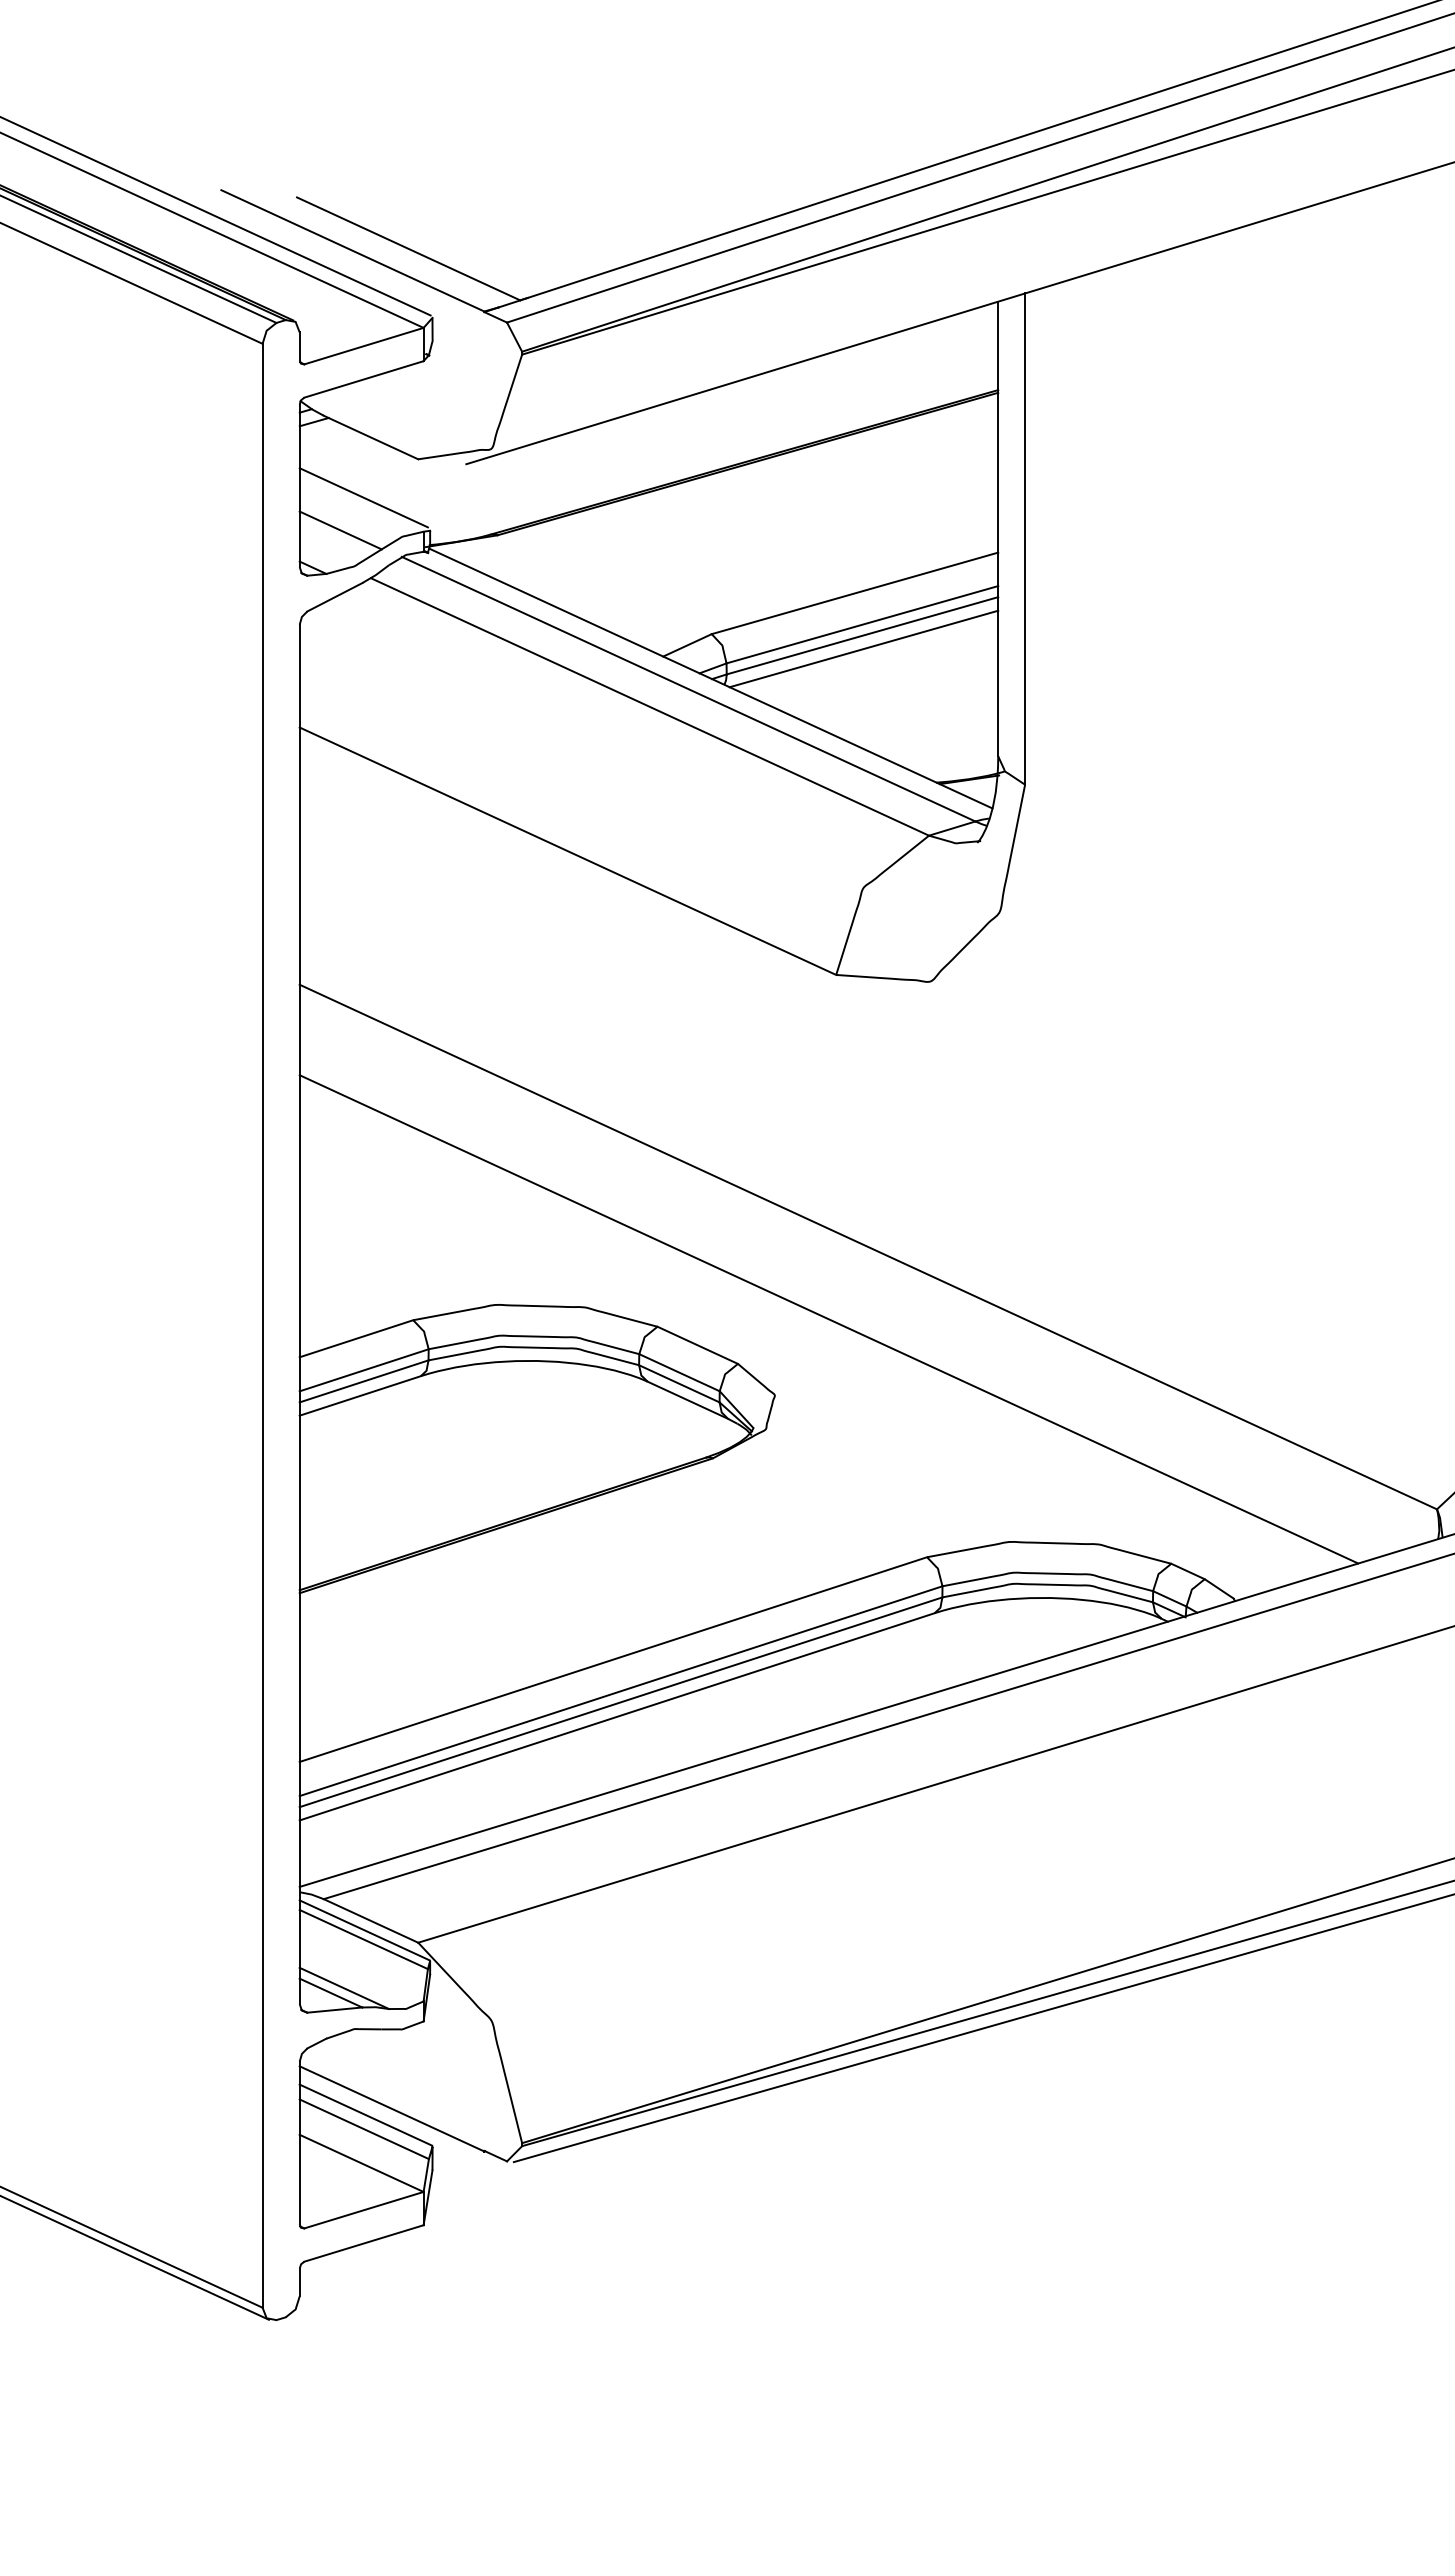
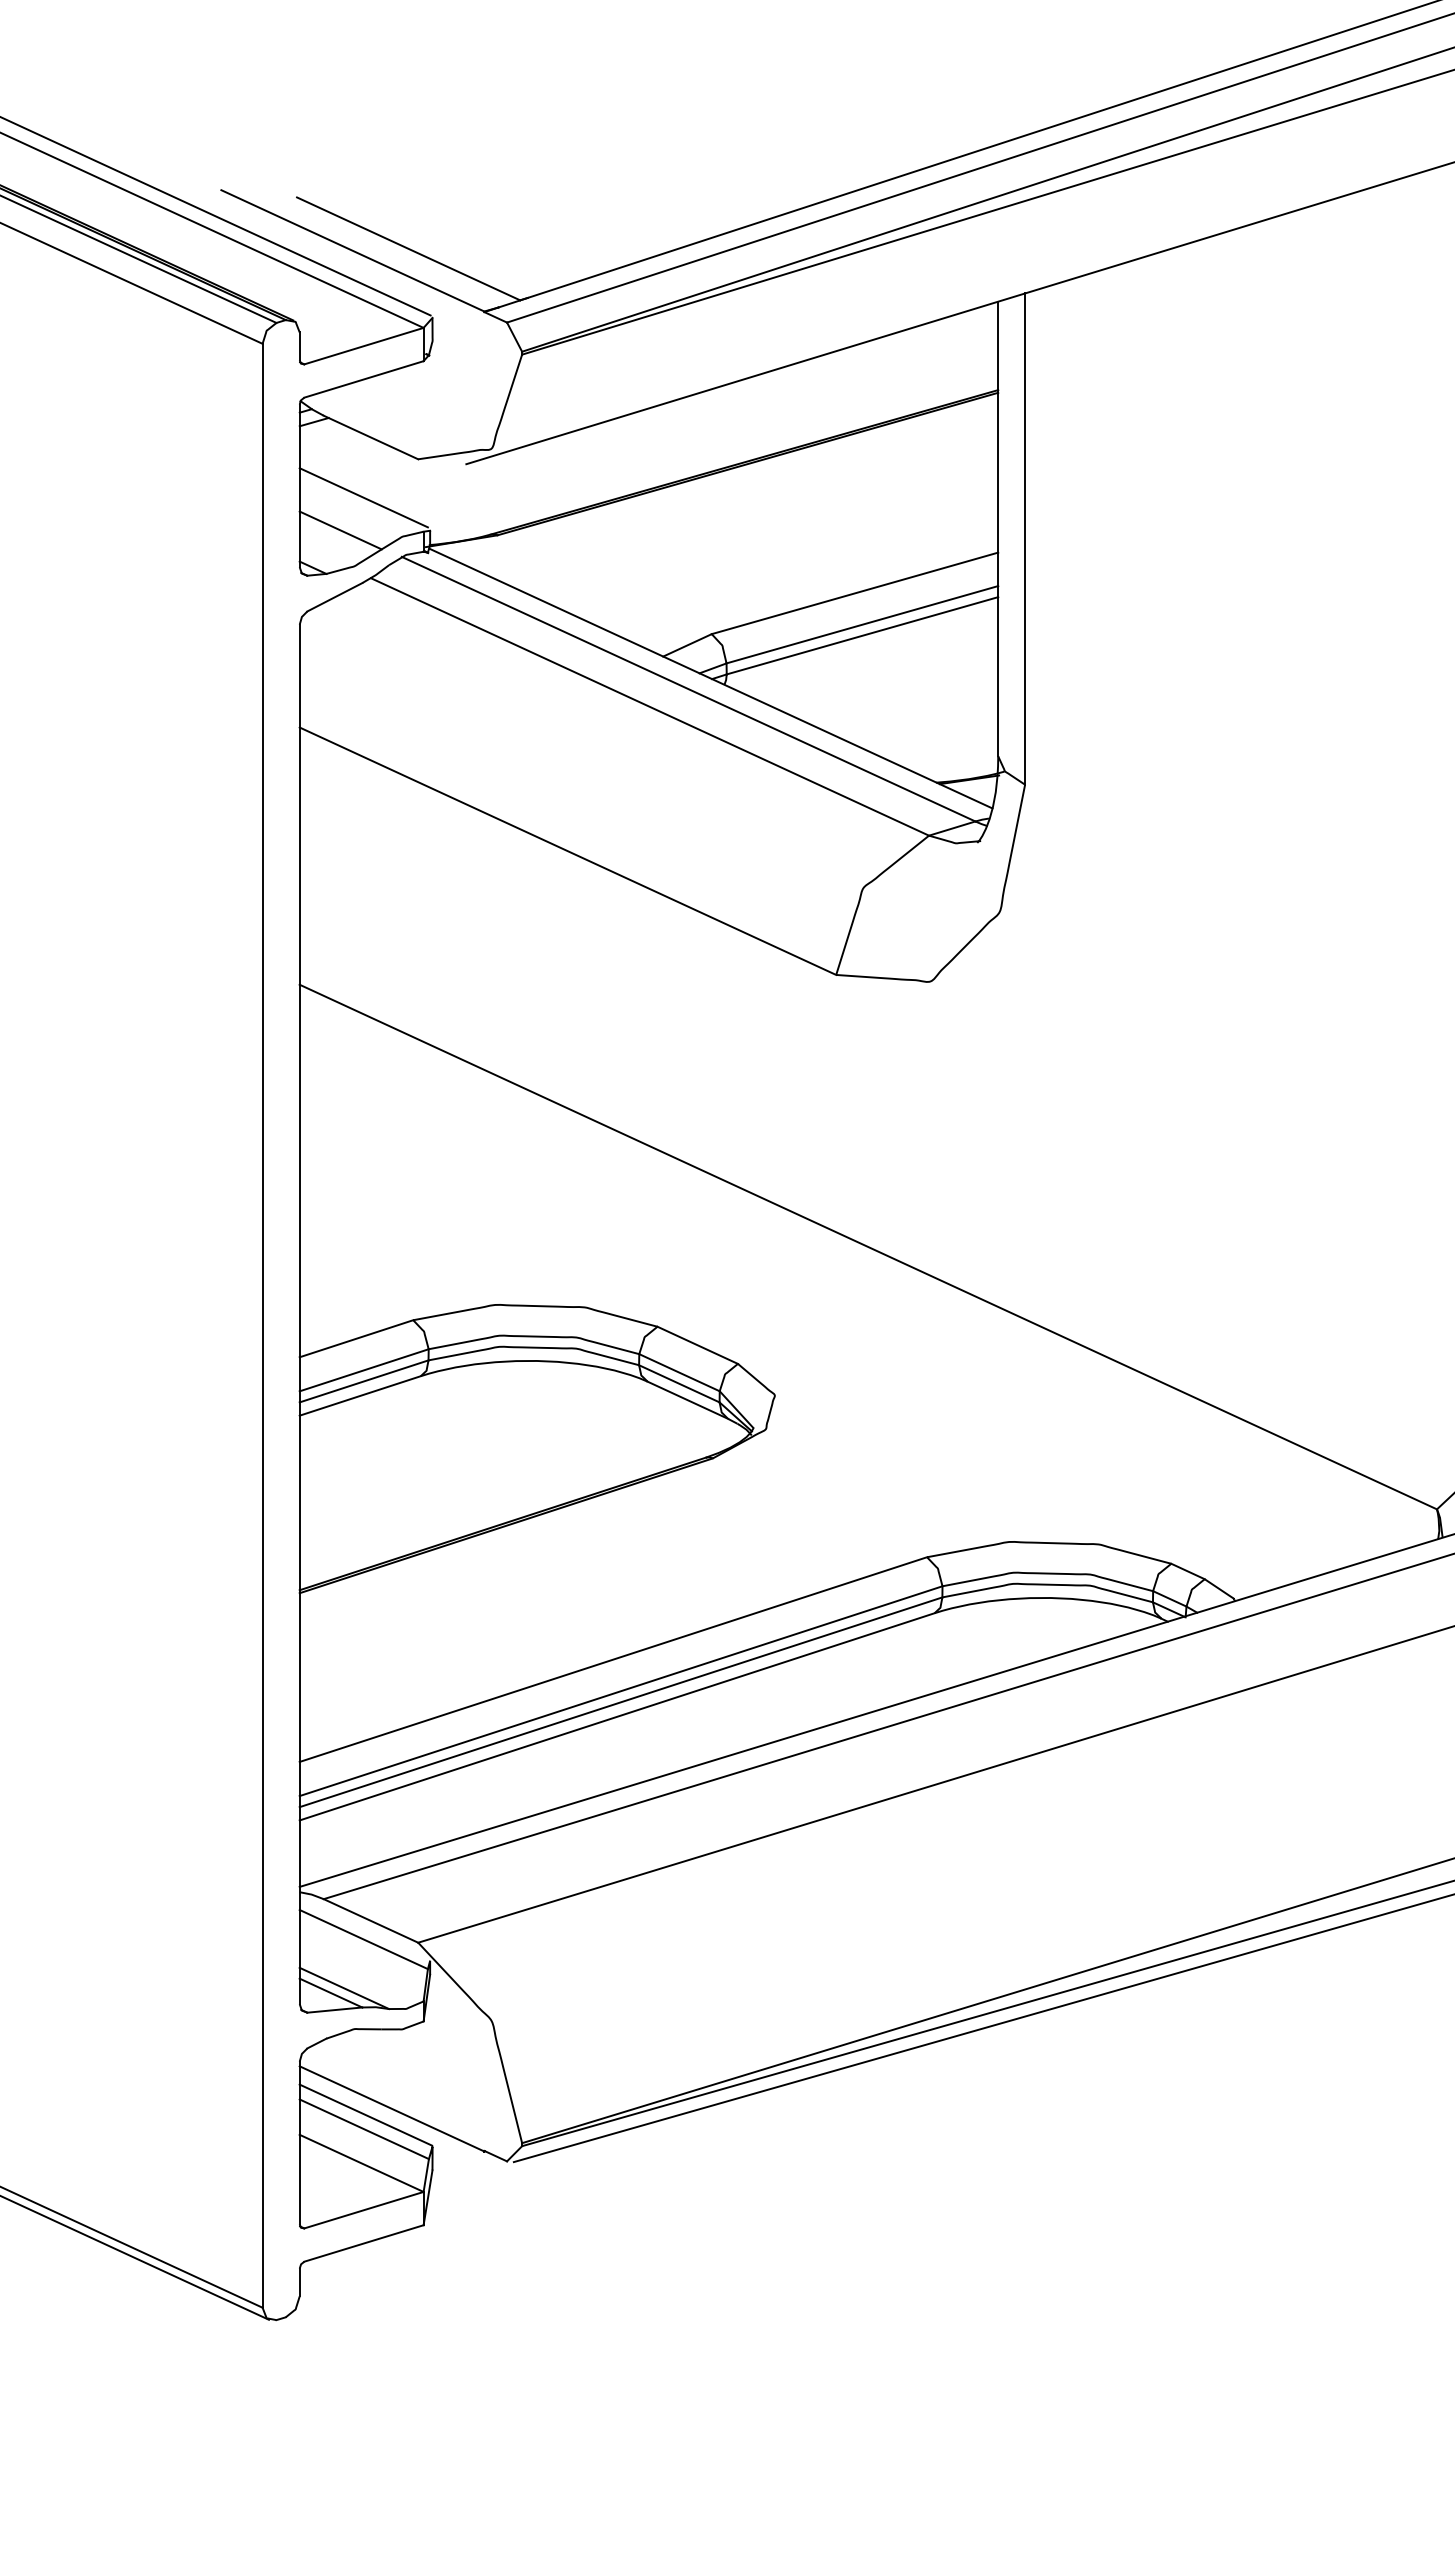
line at (863, 648): present -> none
line at (828, 1319): present -> none
line at (364, 1930): present -> none
